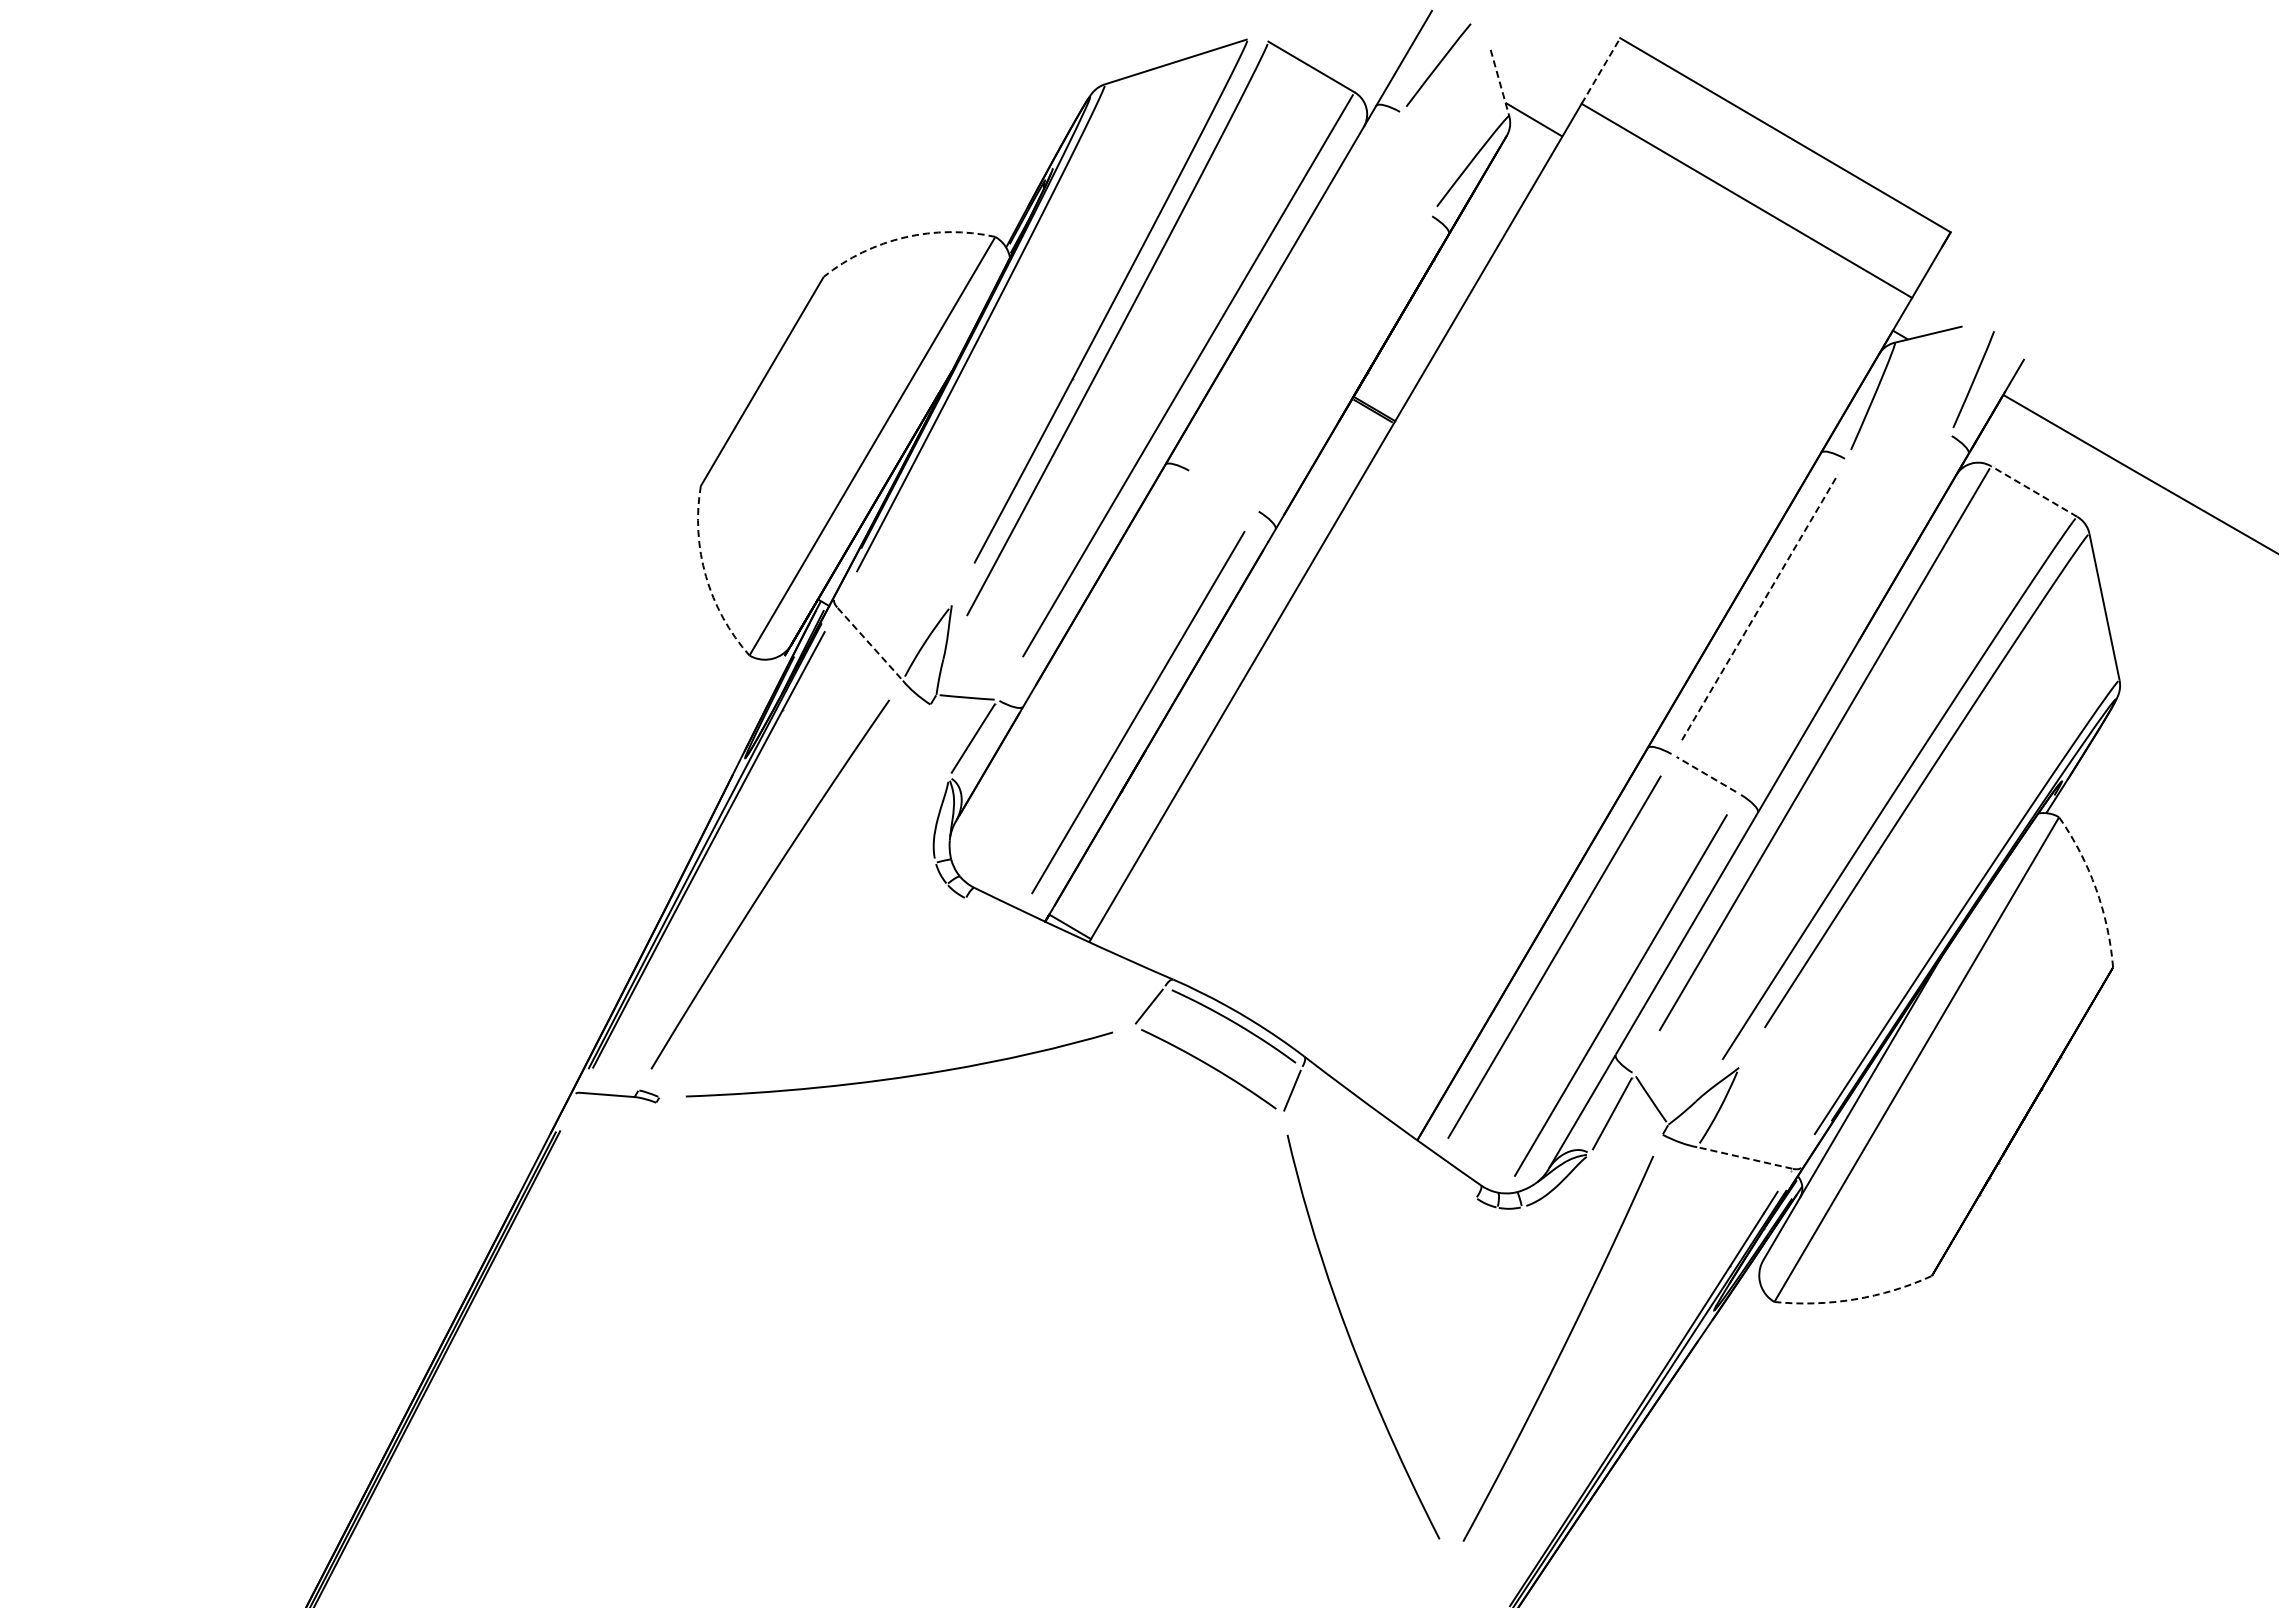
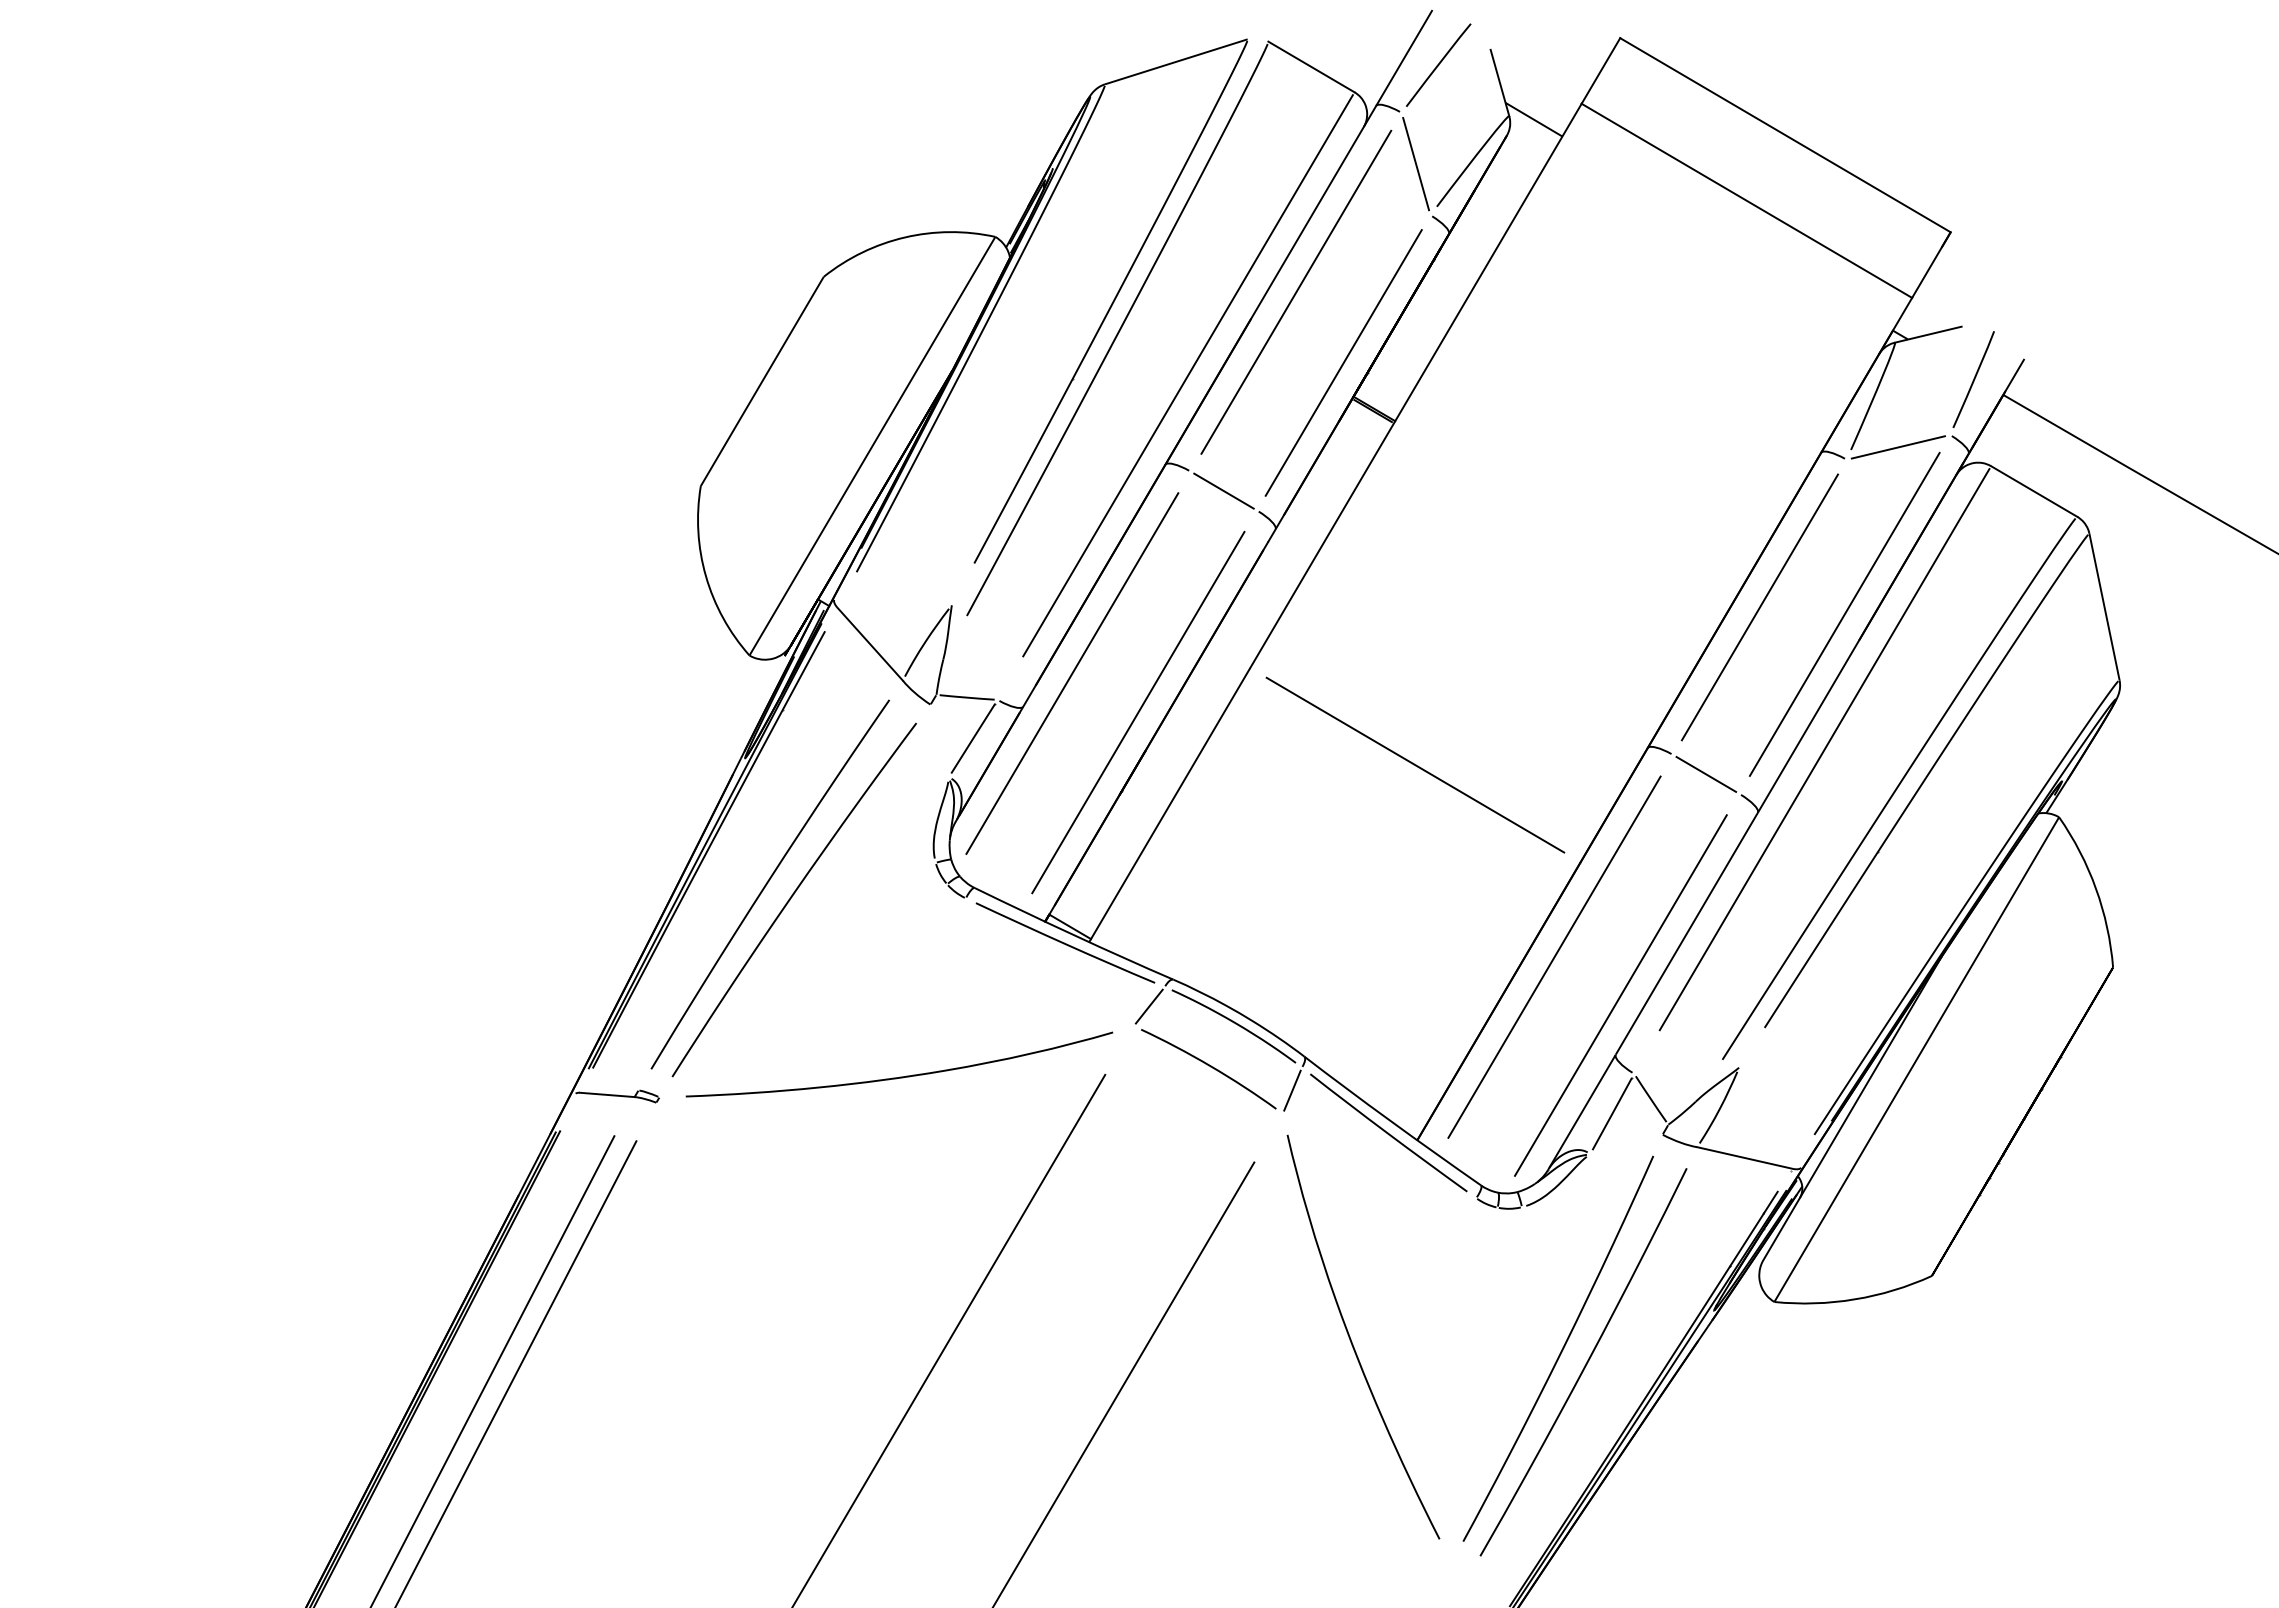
line at (1601, 70): dashed -> solid
line at (1500, 83): dashed -> solid
line at (1416, 164): none -> present
arc at (905, 237): dashed -> solid
line at (1296, 291): none -> present
line at (1343, 362): none -> present
line at (1897, 447): none -> present
line at (1223, 490): none -> present
line at (2034, 491): dashed -> solid
arc at (705, 576): dashed -> solid
line at (1760, 606): dashed -> solid
line at (1844, 613): none -> present
line at (870, 644): dashed -> solid
line at (1072, 673): none -> present
line at (1415, 764): none -> present
line at (1705, 774): dashed -> solid
arc at (2096, 888): dashed -> solid
curve at (792, 897): none -> present
curve at (1064, 942): none -> present
curve at (1388, 1132): none -> present
line at (1744, 1157): dashed -> solid
arc at (1854, 1299): dashed -> solid
line at (949, 1339): none -> present
curve at (1585, 1363): none -> present
line at (493, 1370): none -> present
line at (516, 1372): none -> present
line at (1124, 1383): none -> present
